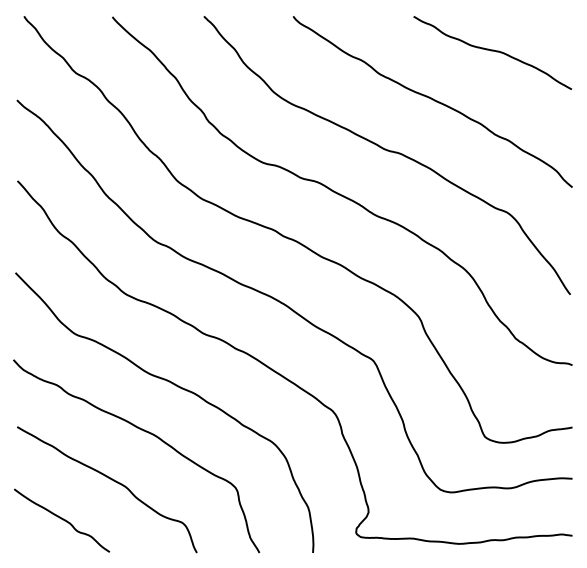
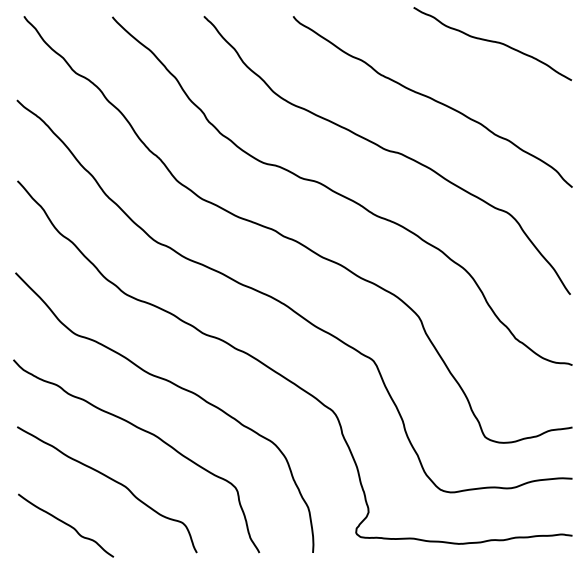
curve at (492, 51) position: (492, 51) -> (492, 42)
curve at (62, 519) position: (62, 519) -> (66, 524)
